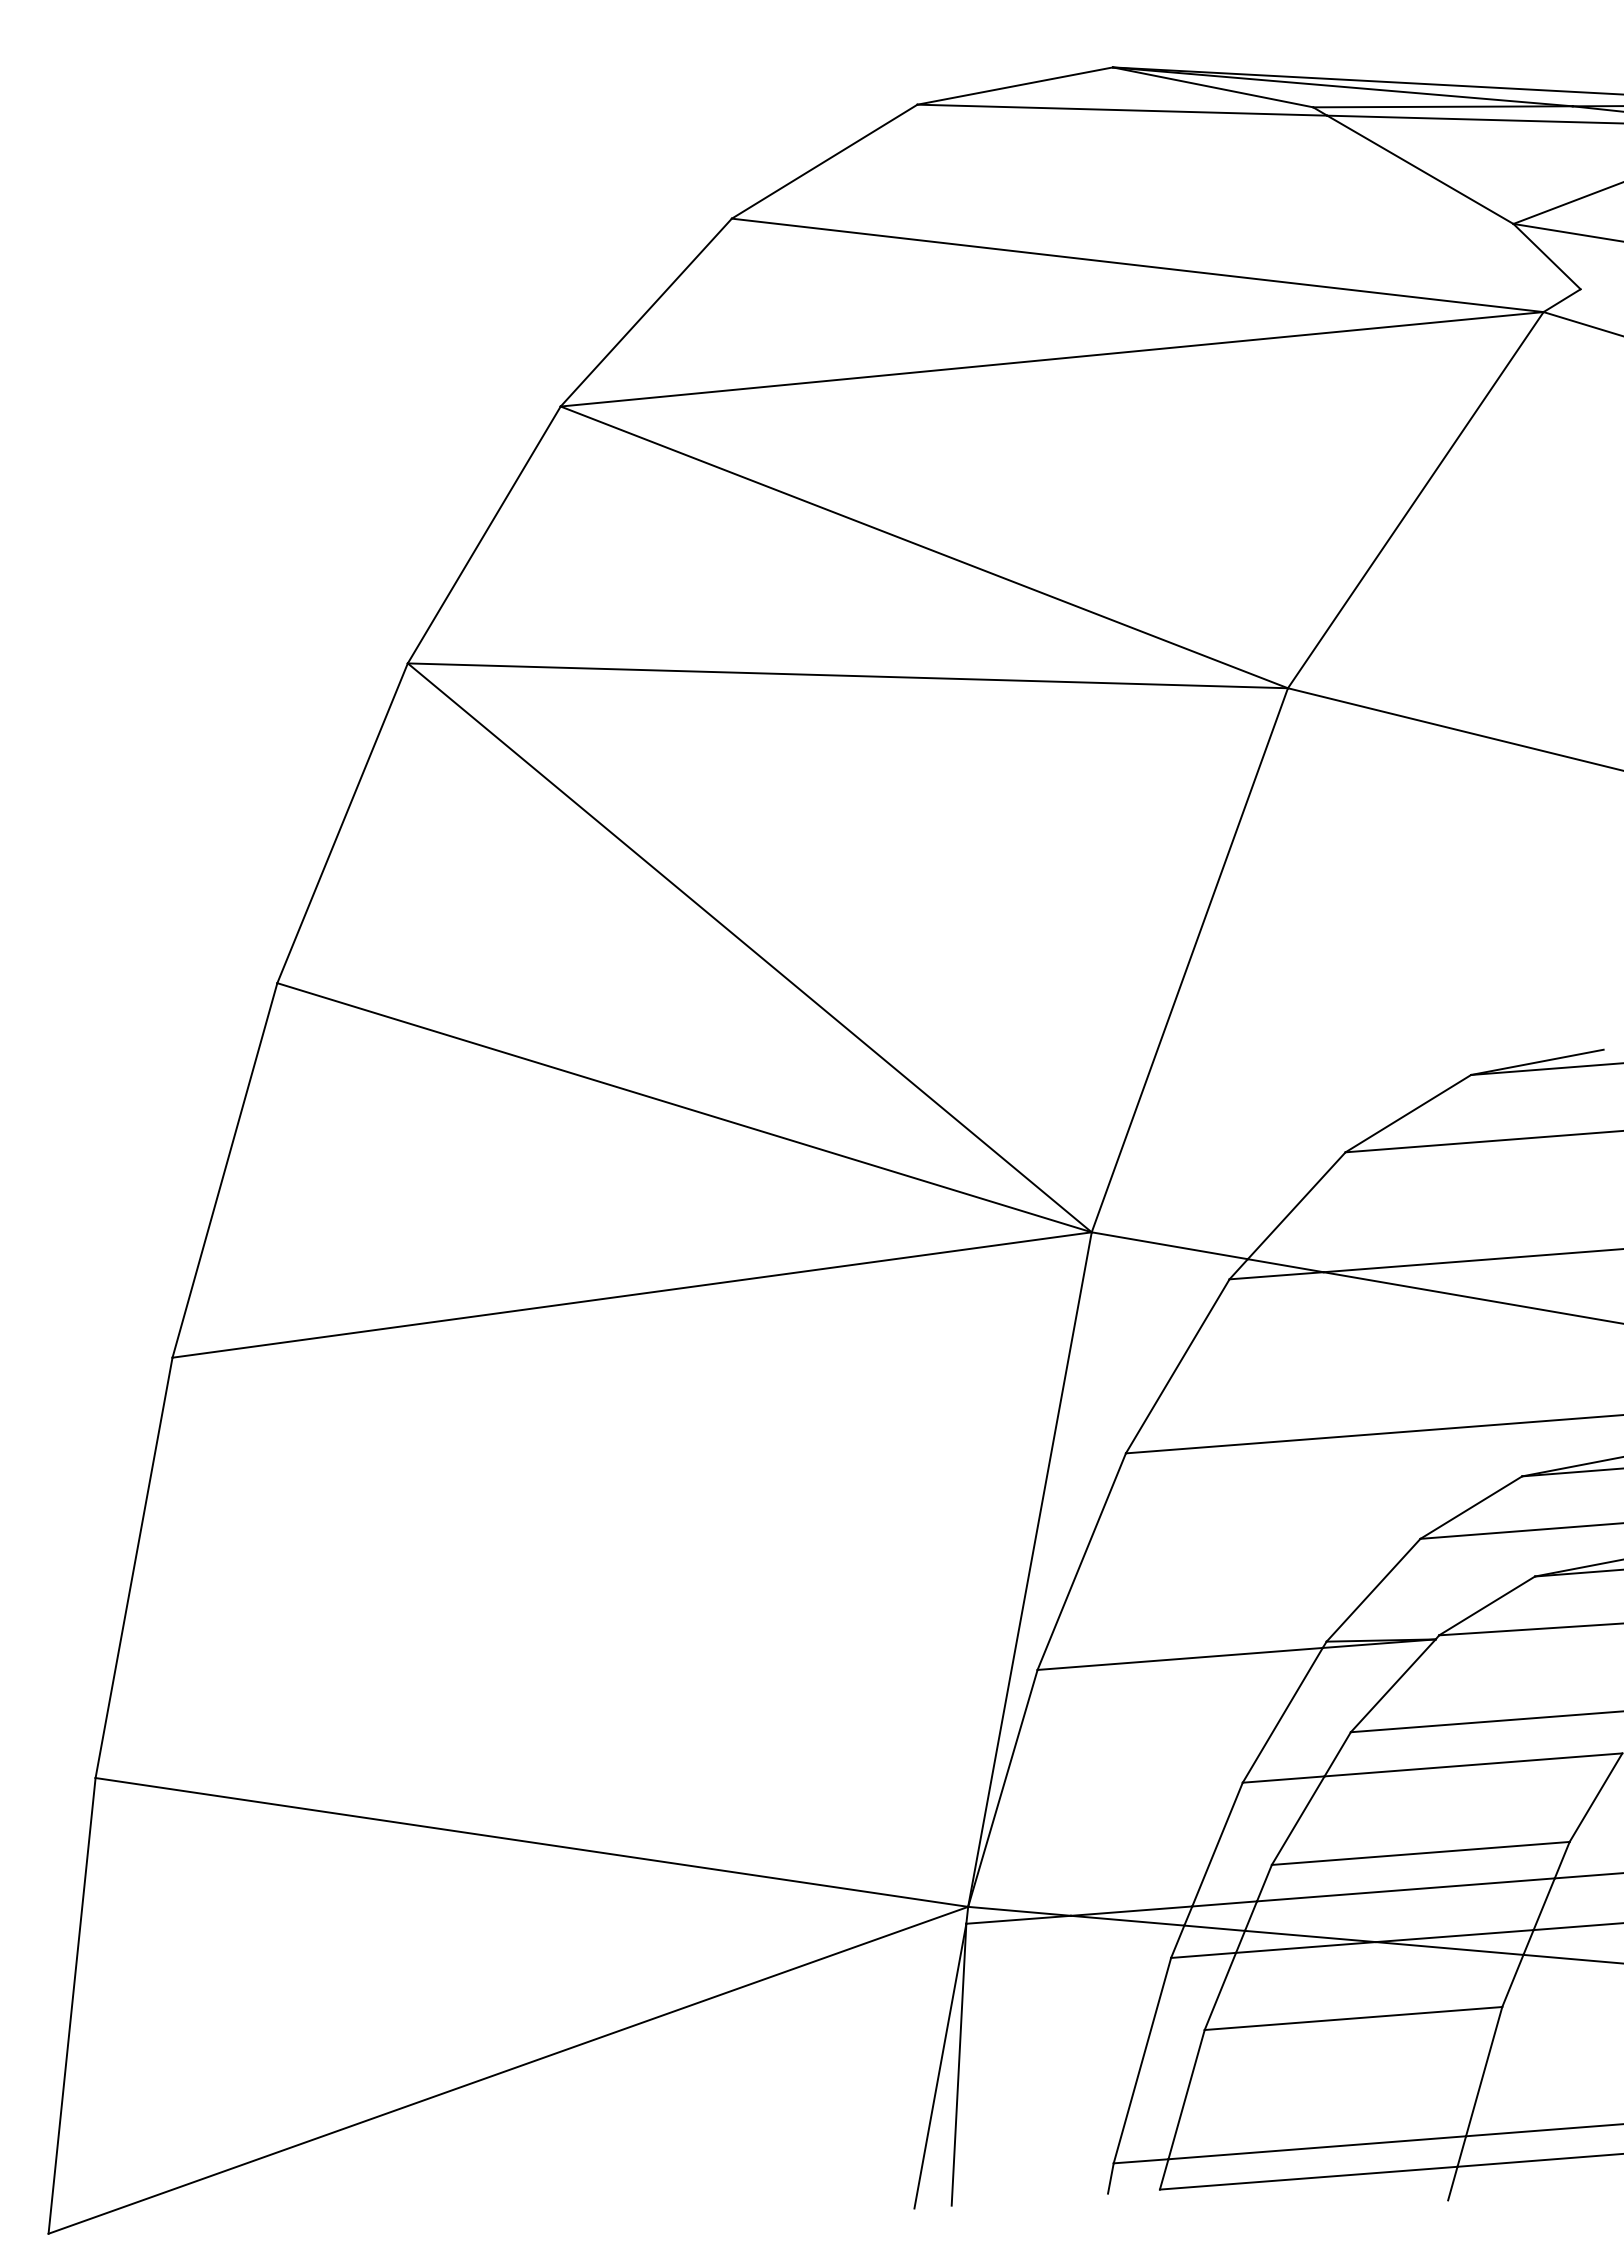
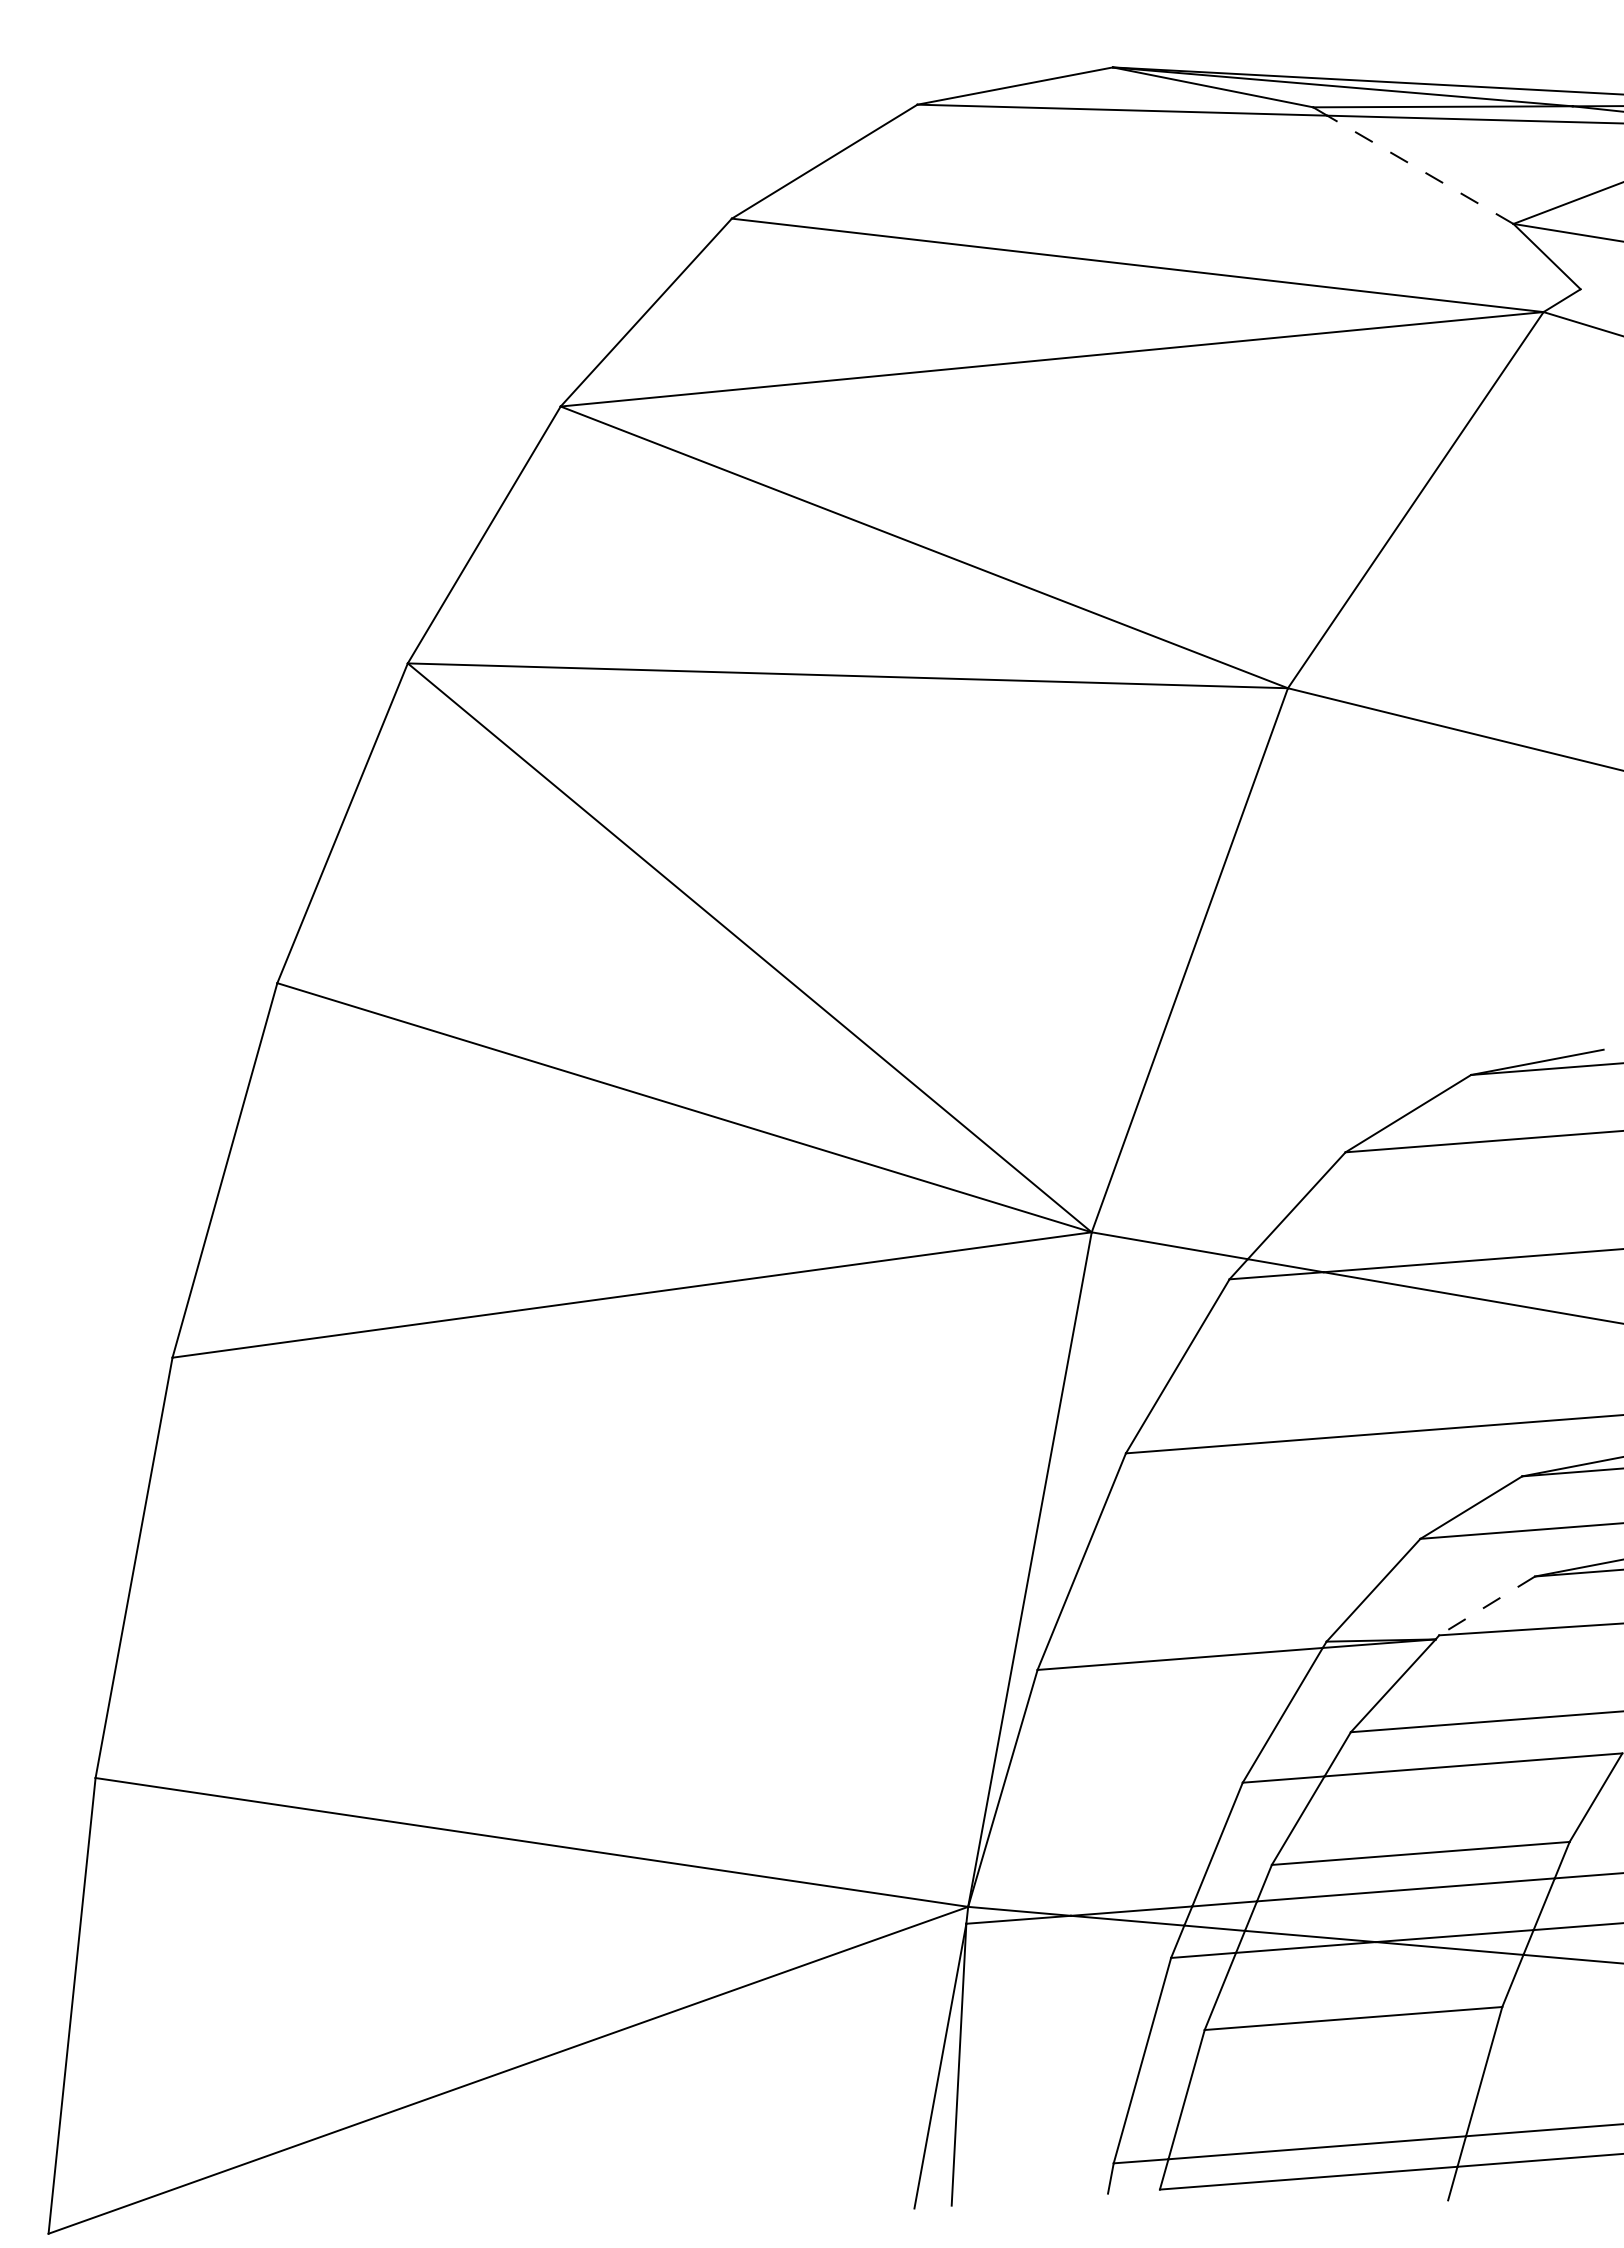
line at (1420, 169): solid -> dashed
line at (1486, 1606): solid -> dashed
